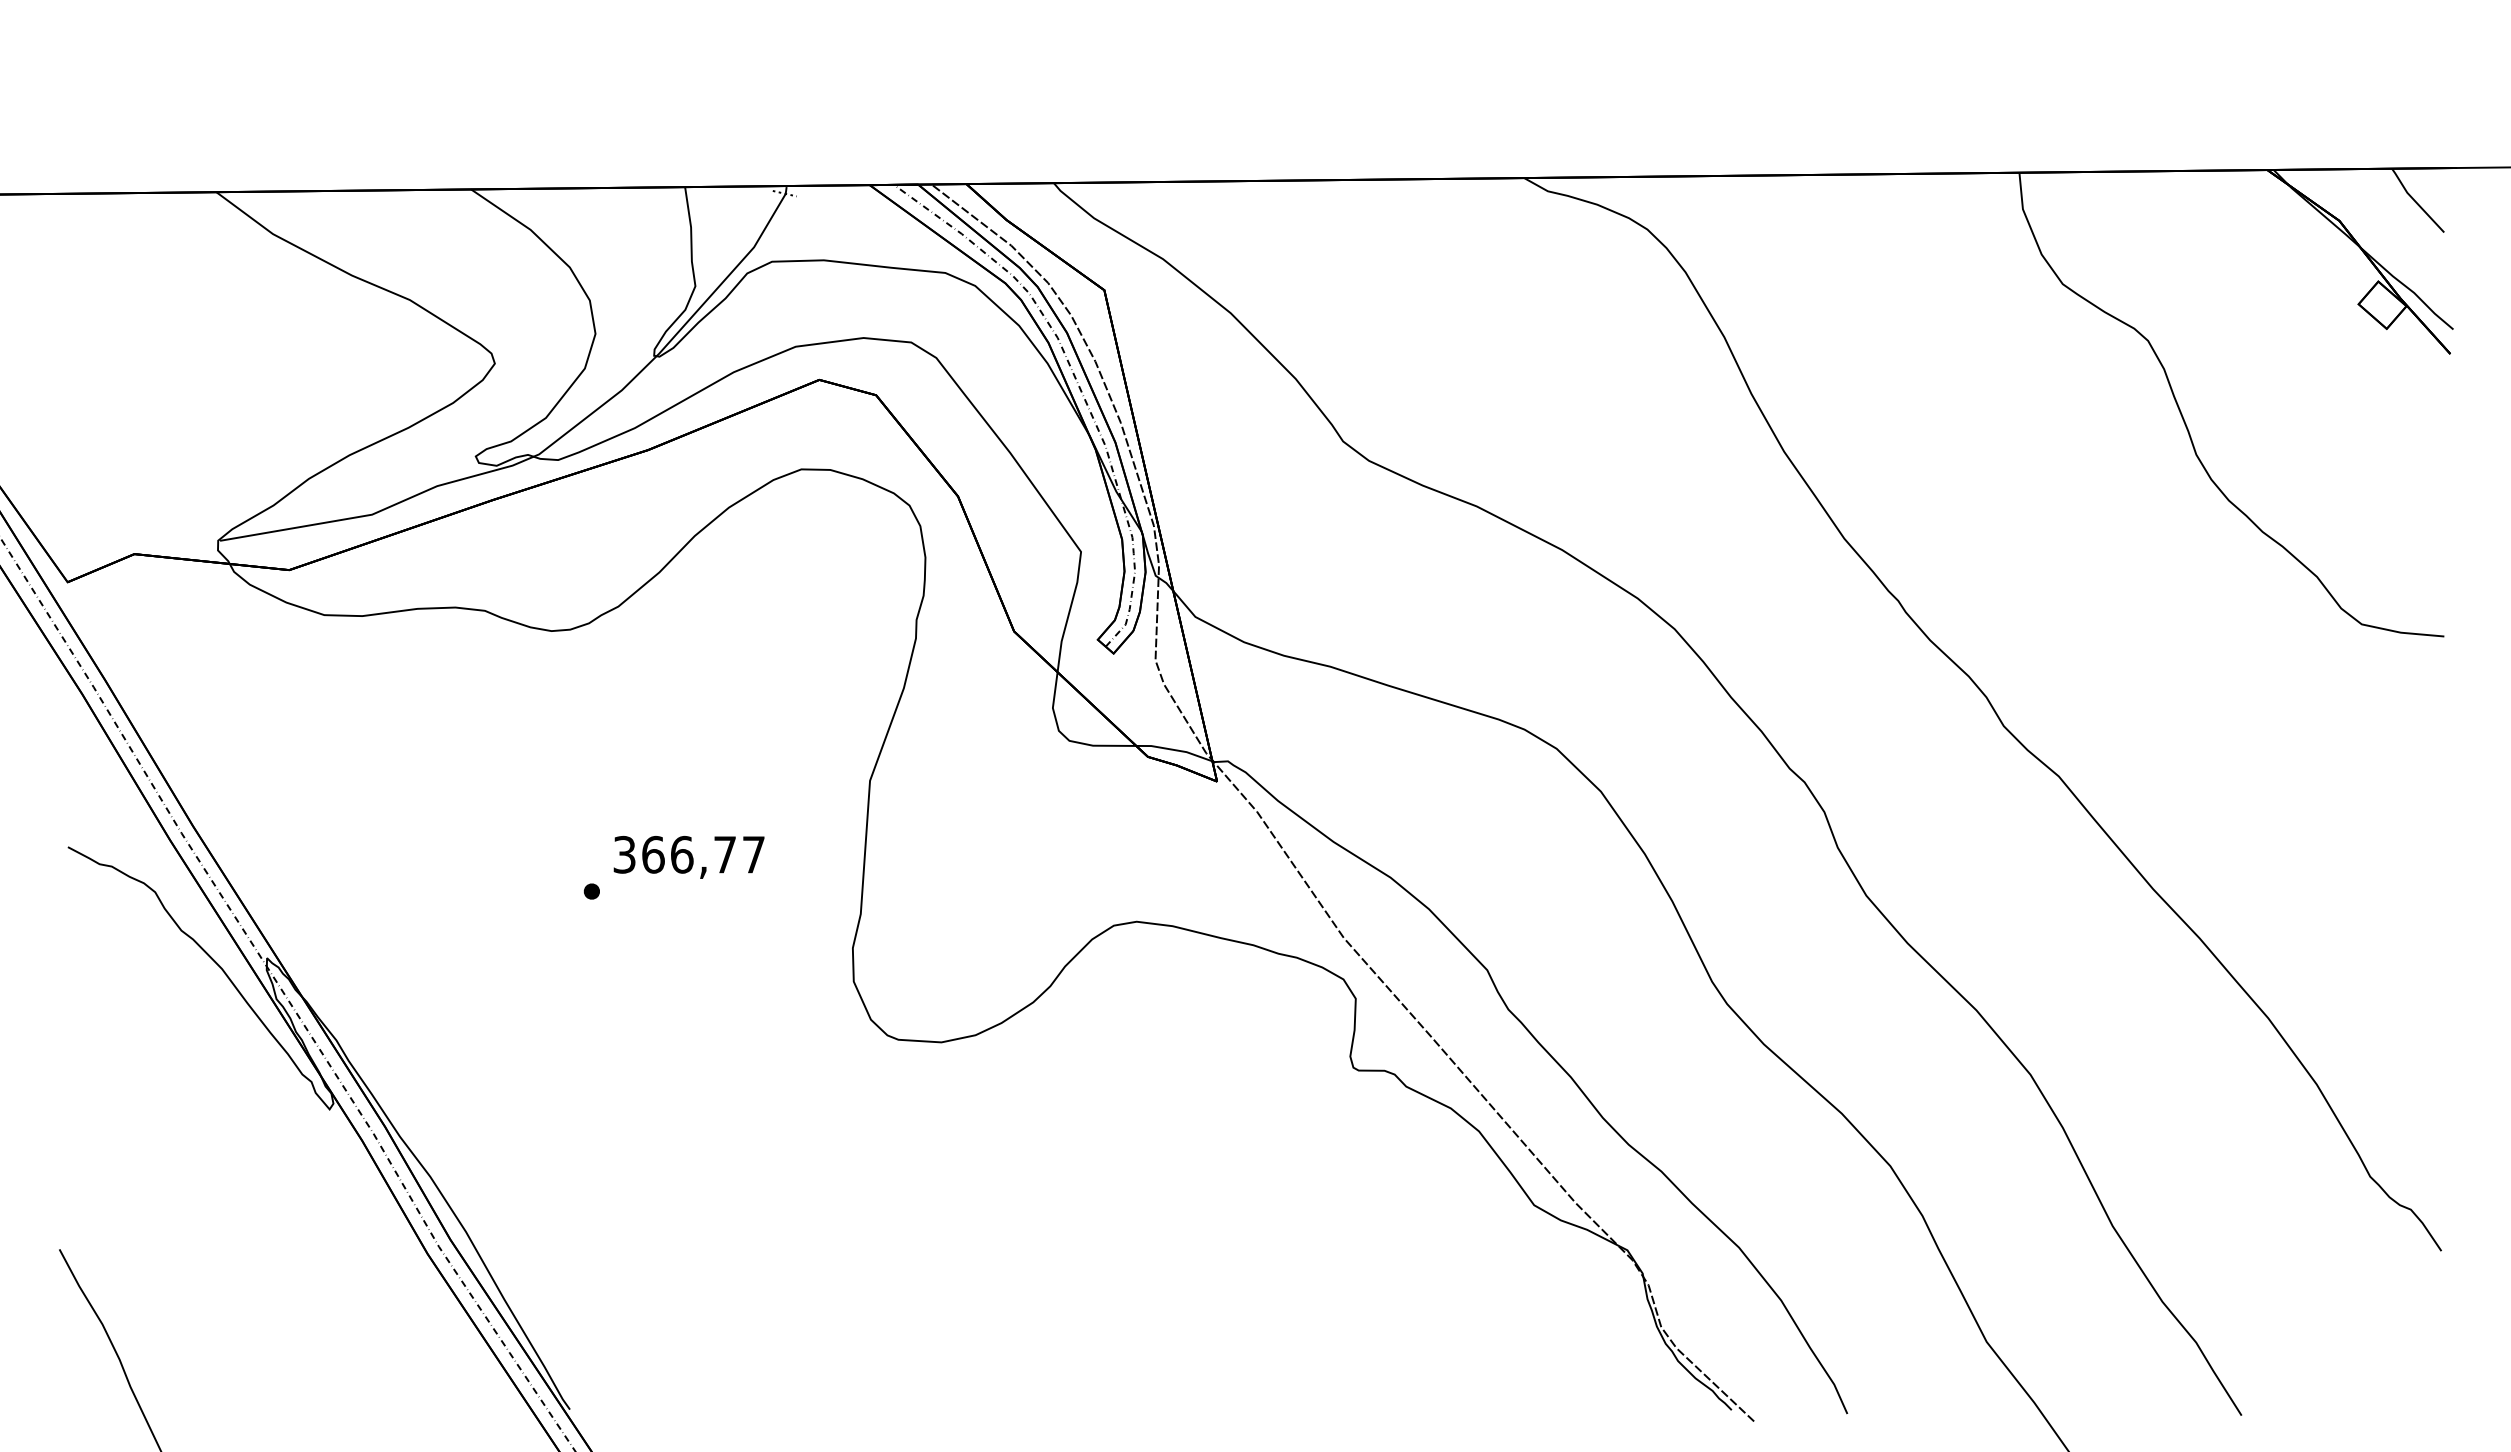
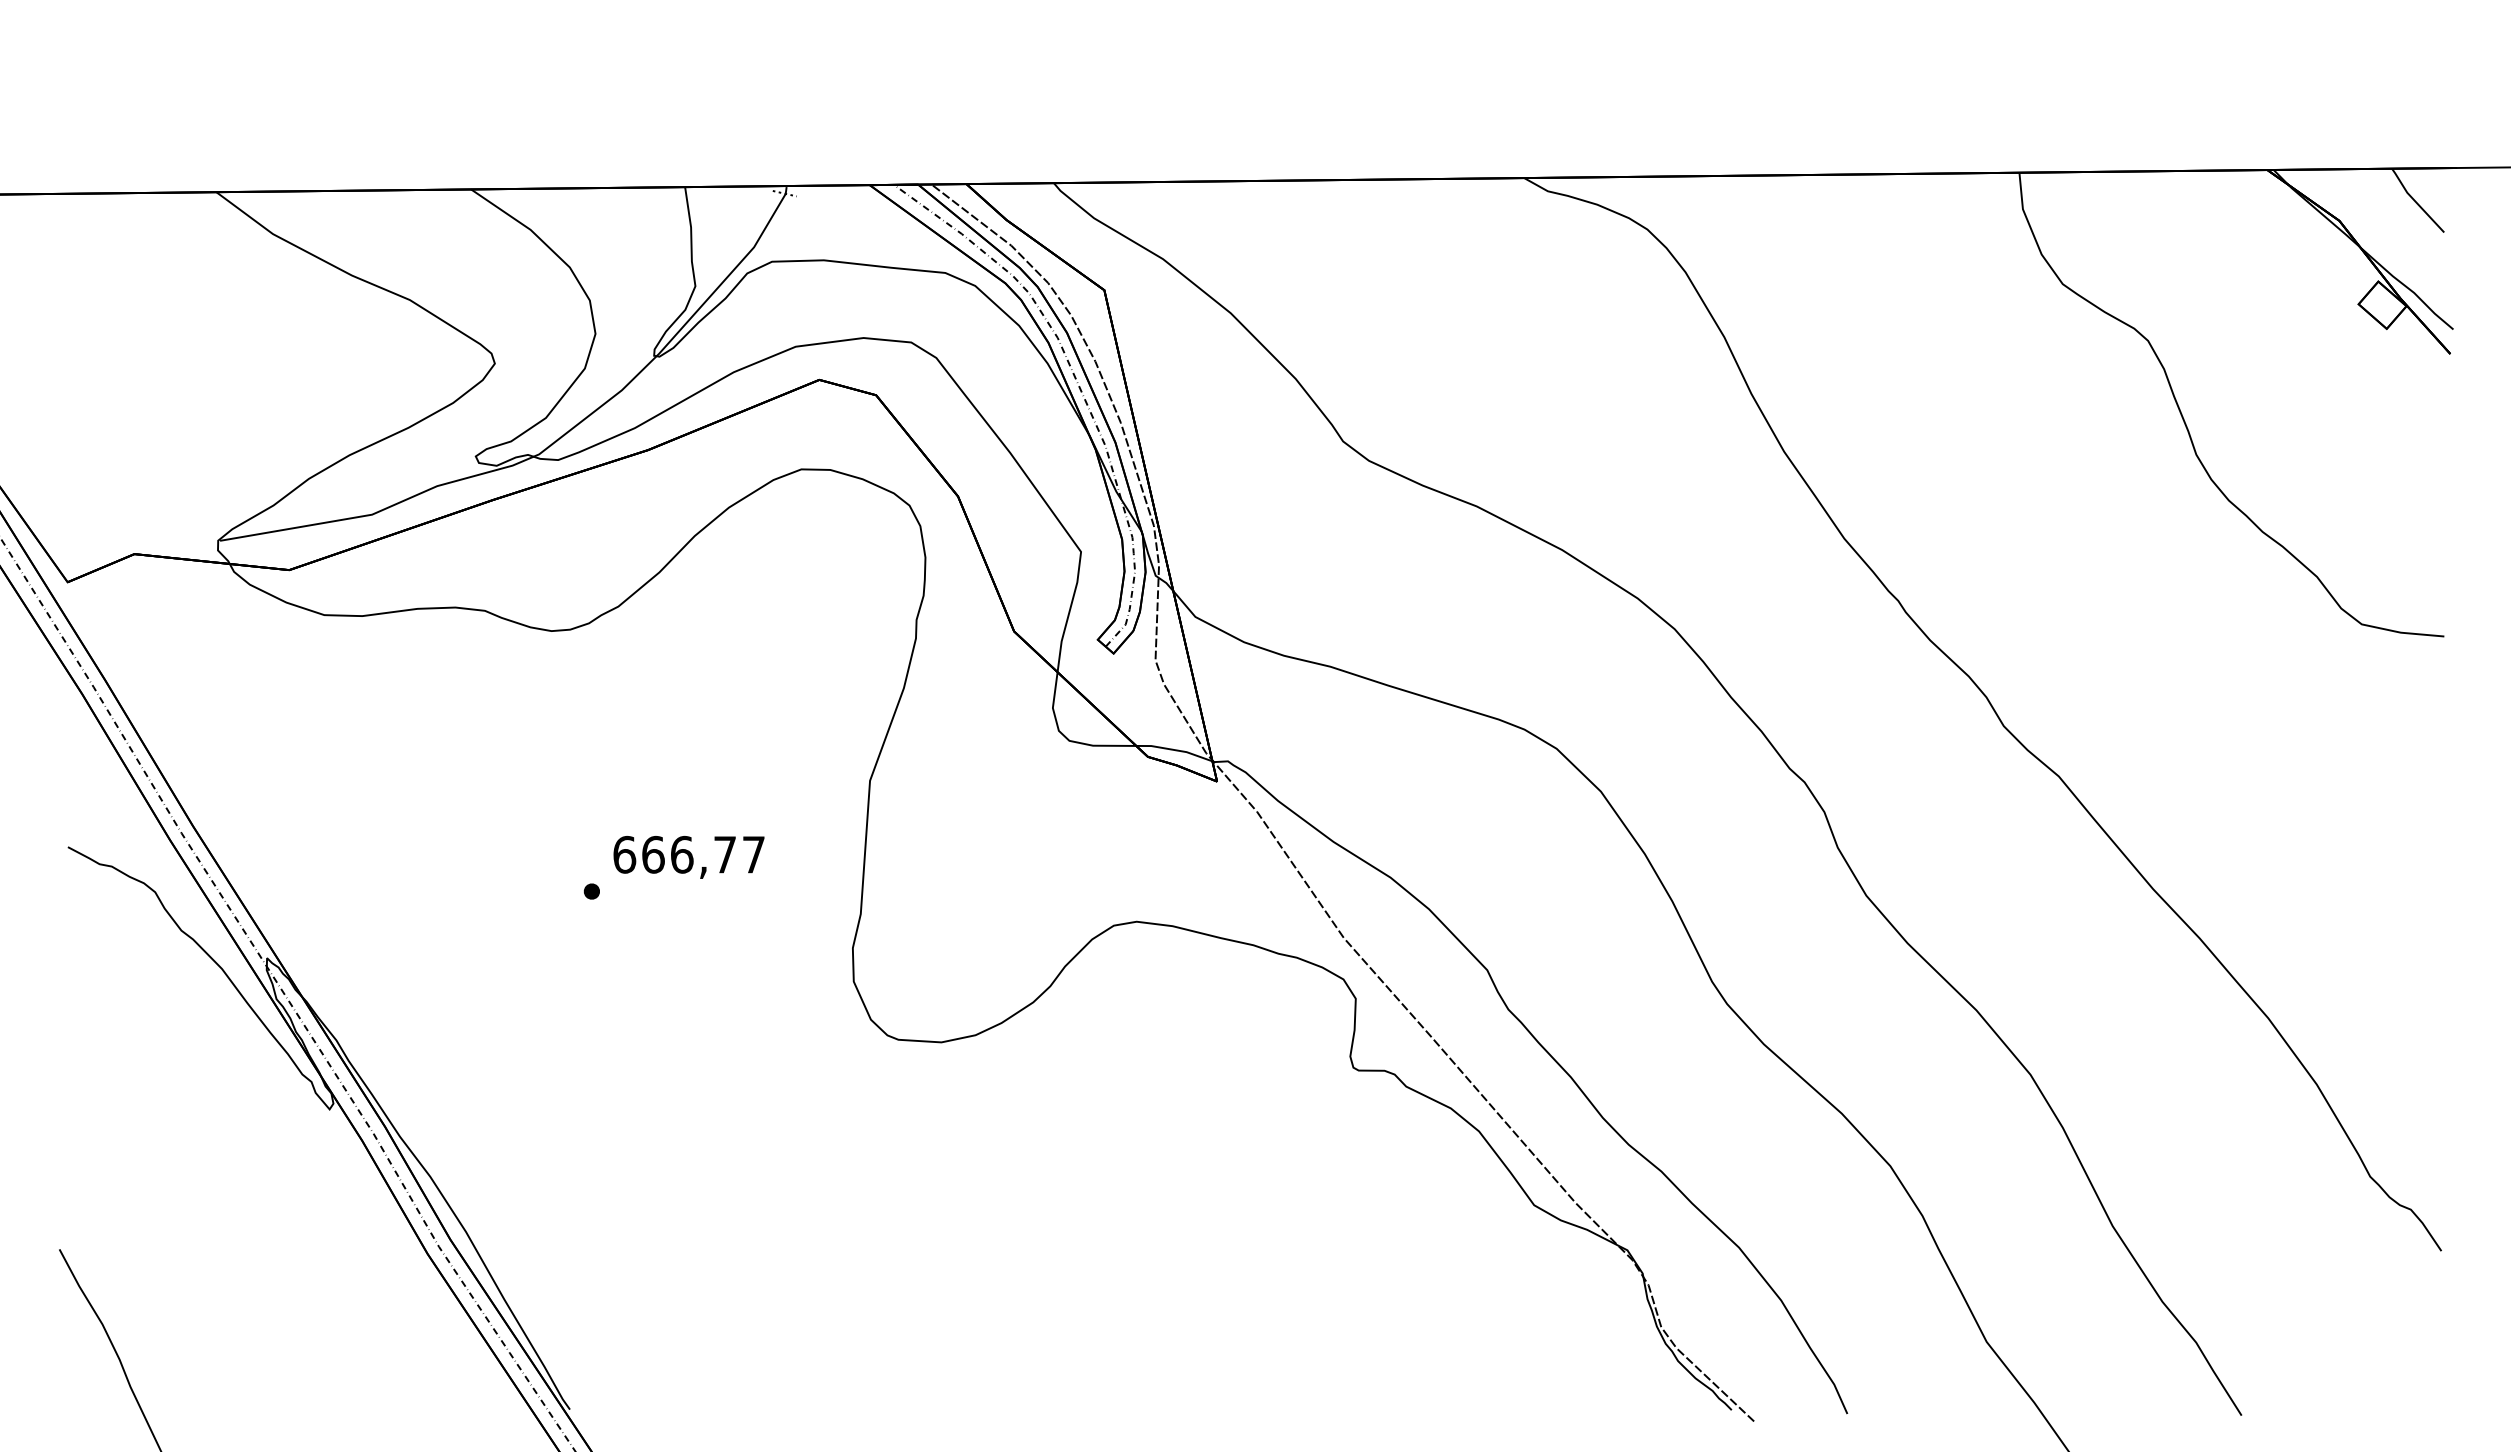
text at (624, 854): 366,77 -> 666,77
